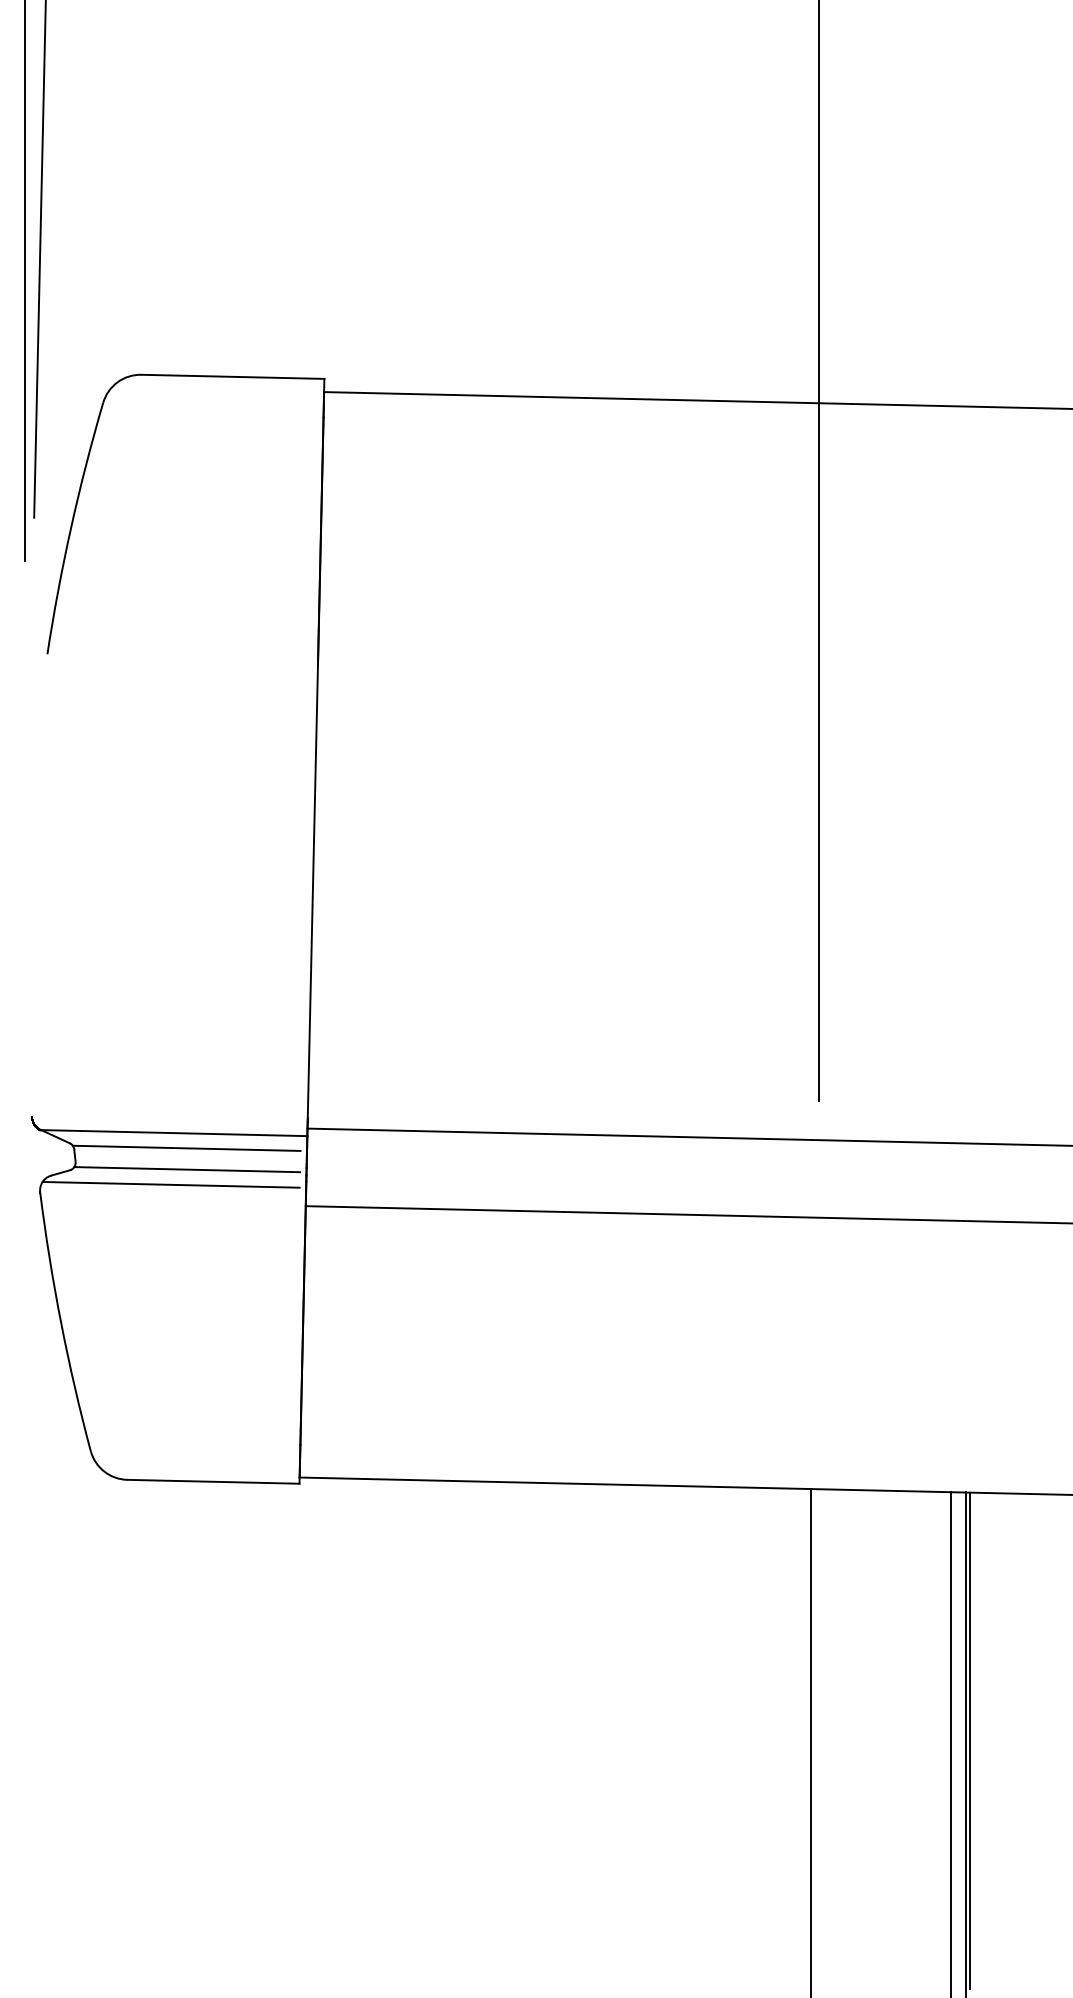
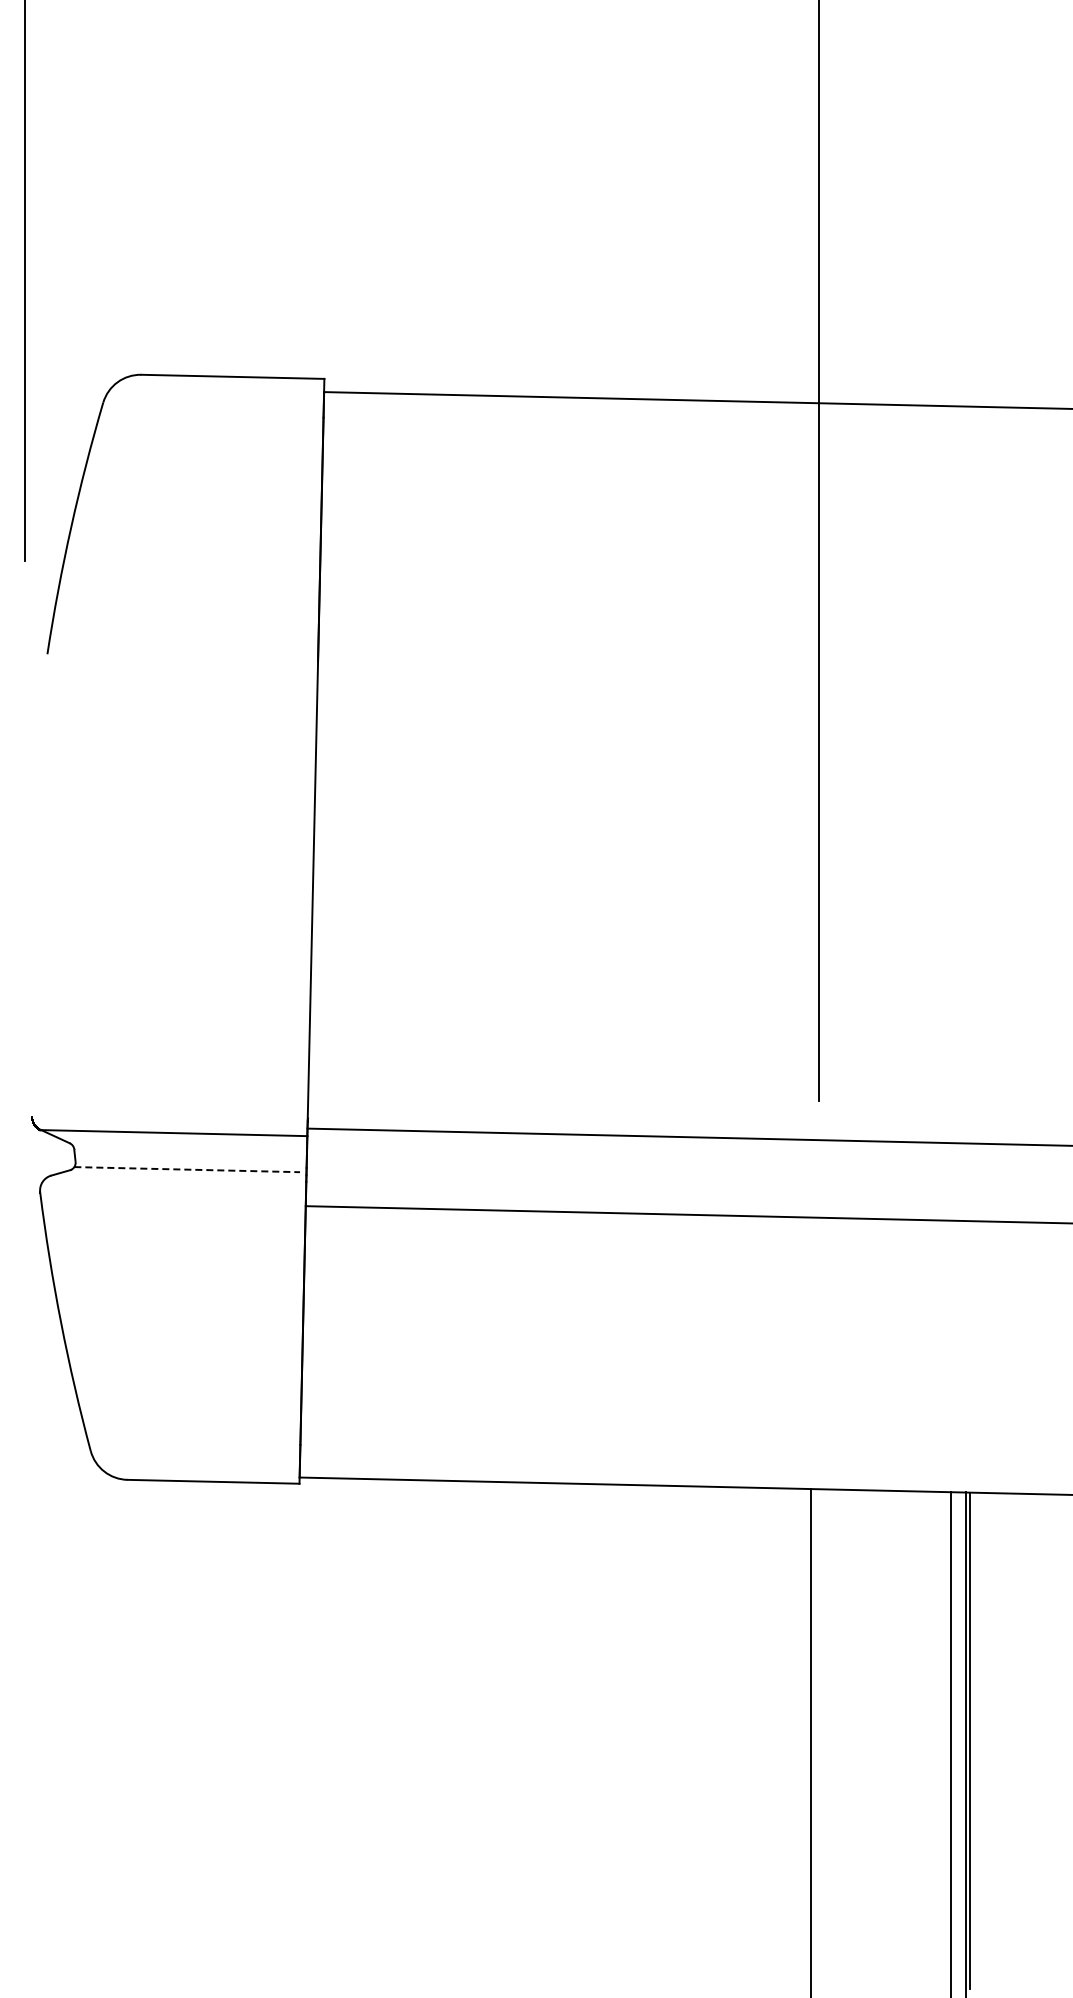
line at (39, 259): present -> none
line at (186, 1147): present -> none
line at (187, 1169): solid -> dashed
line at (170, 1184): present -> none
